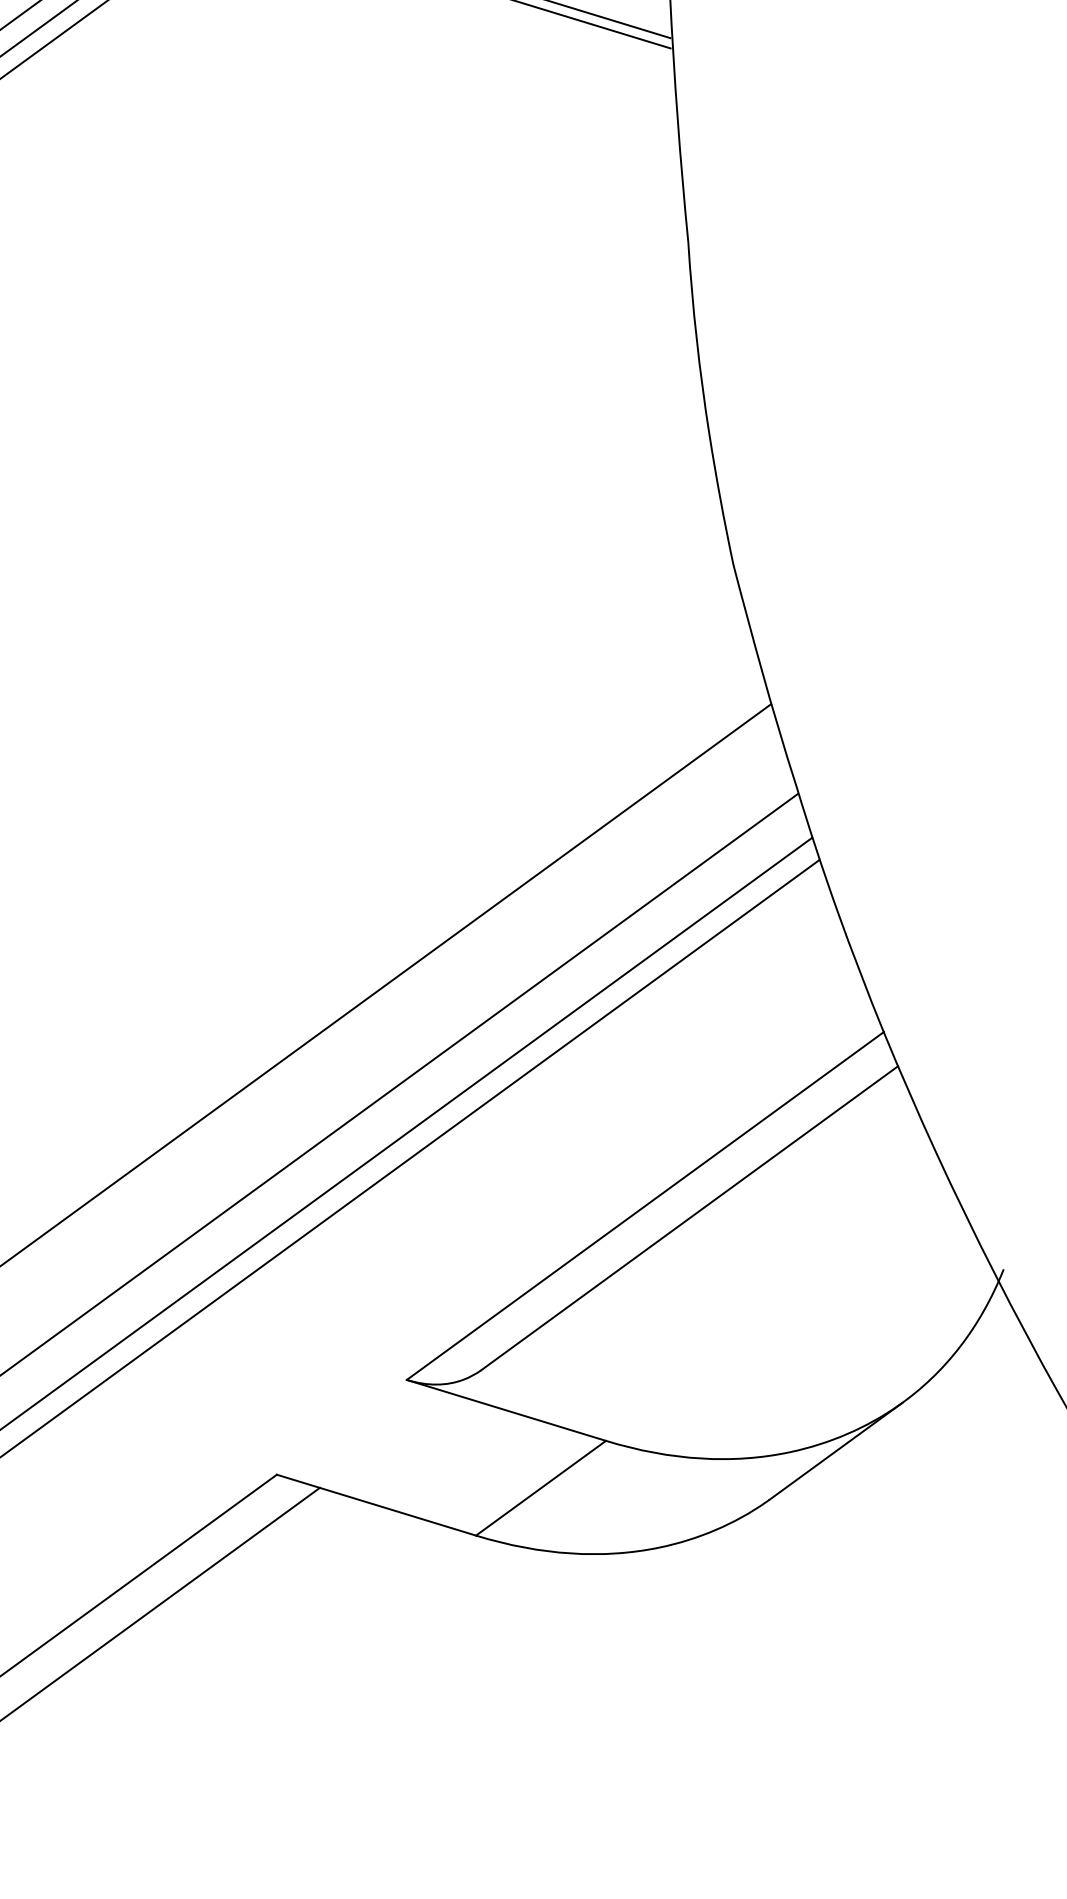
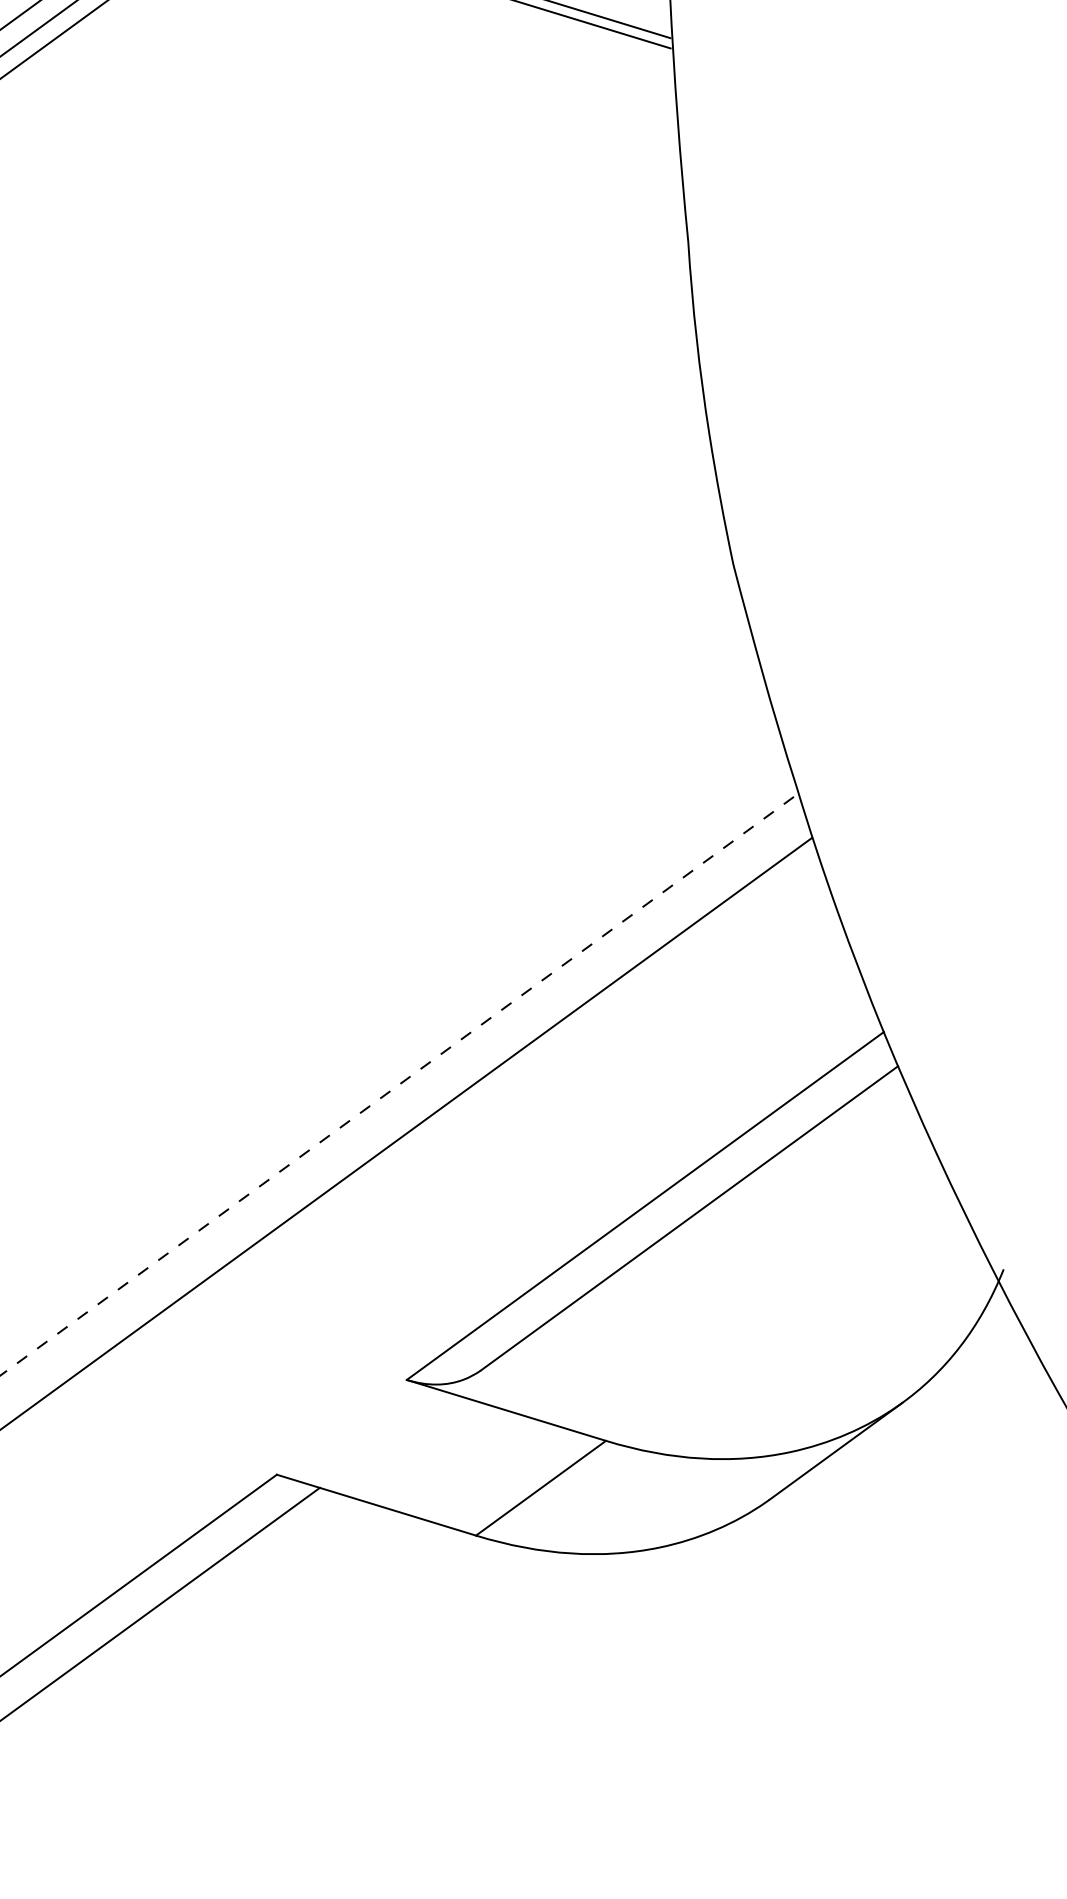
line at (386, 984): present -> none
line at (399, 1084): solid -> dashed
line at (410, 1157): present -> none
